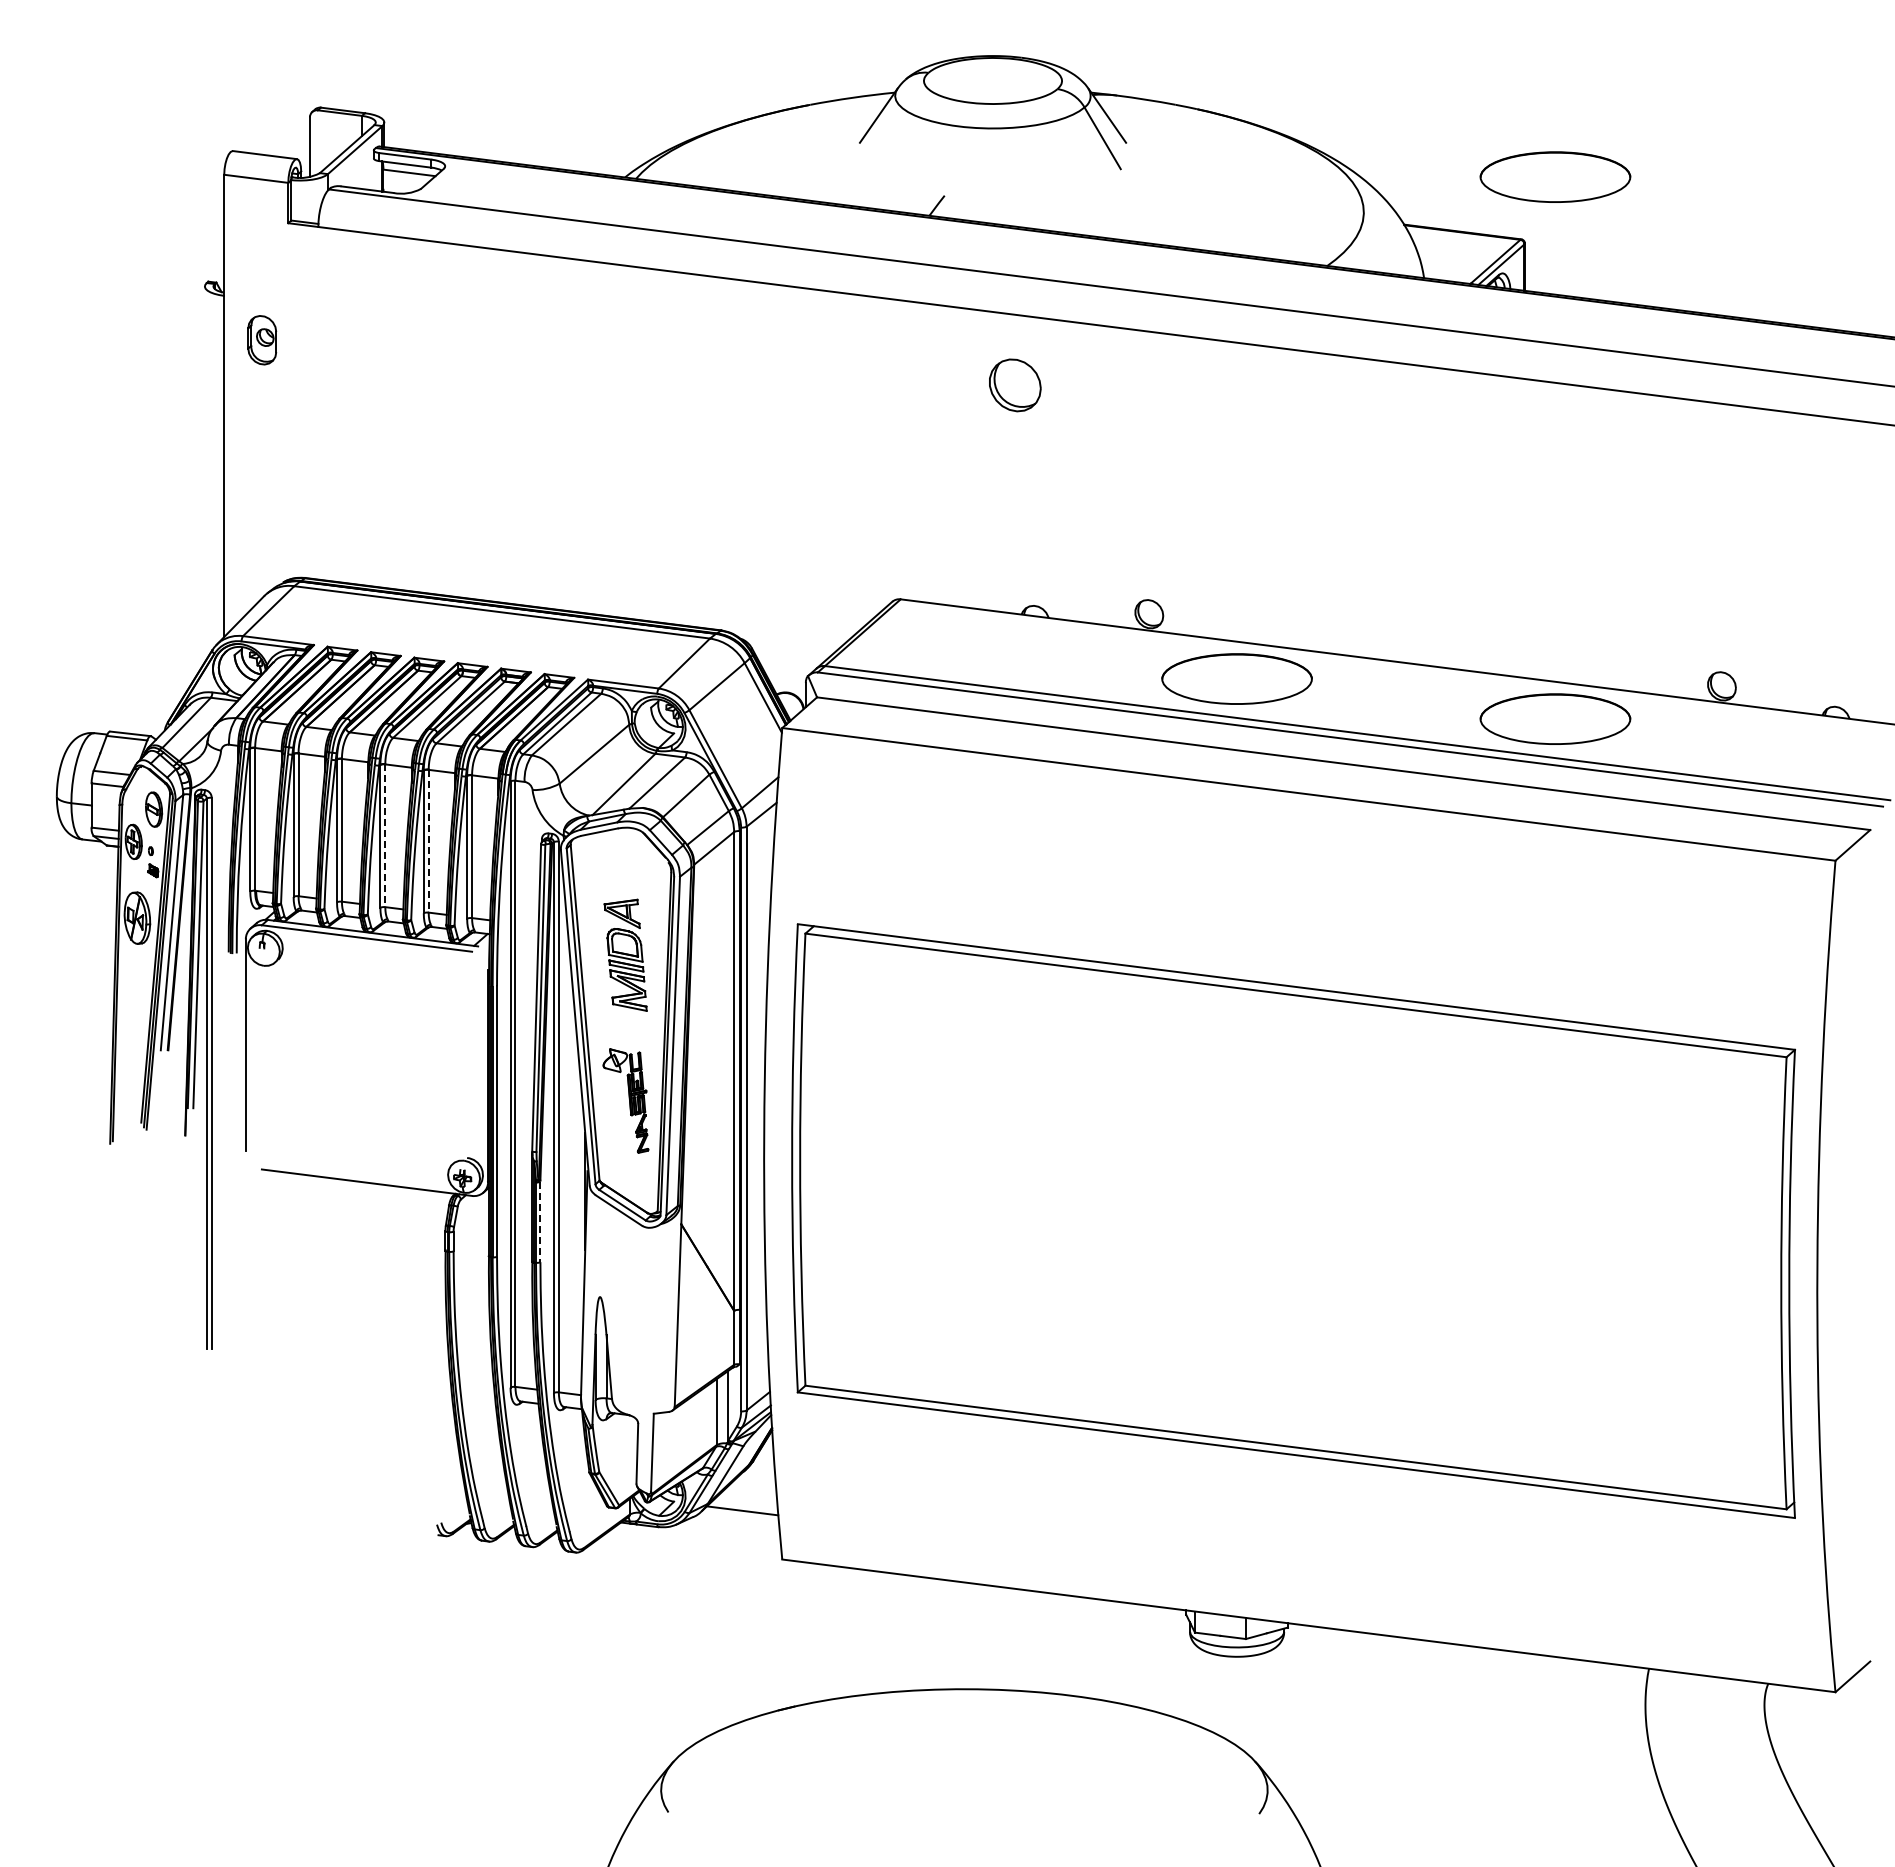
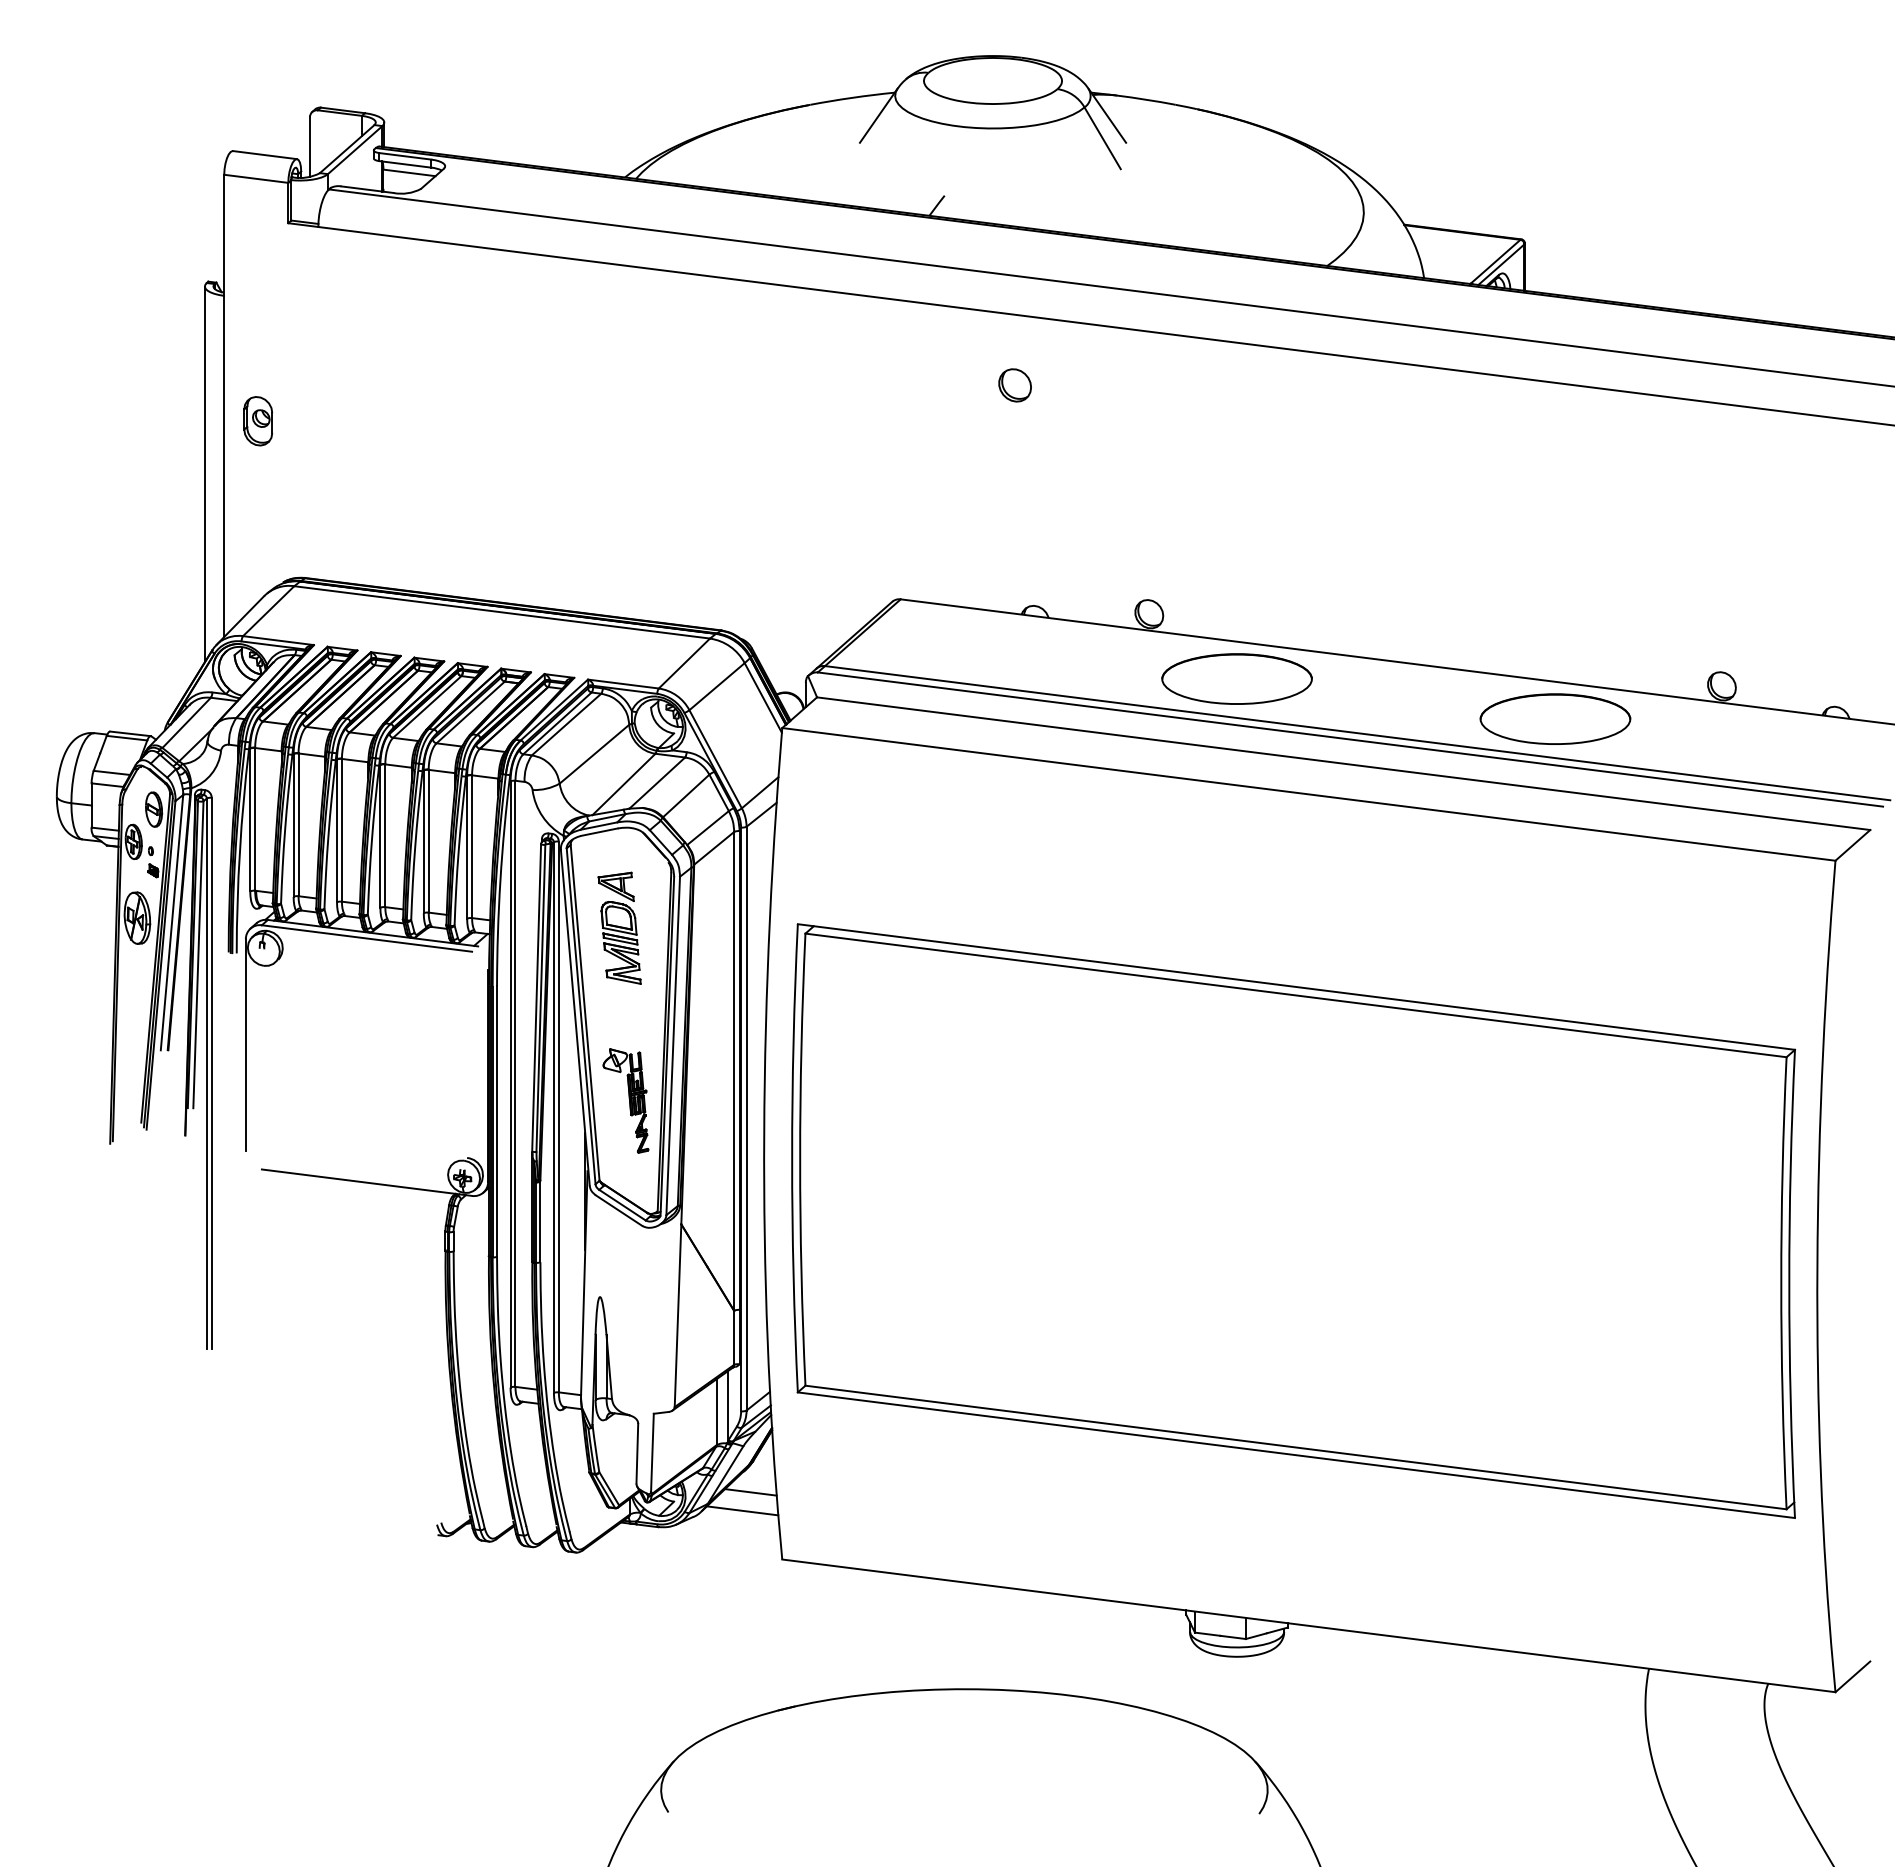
part at (1555, 176): present -> none
part at (262, 340) position: (262, 340) -> (258, 421)
part at (1015, 385) size: 53x55 px -> 34x35 px
line at (204, 474): none -> present
line at (385, 836): dashed -> solid
line at (428, 841): dashed -> solid
part at (625, 954) position: (625, 954) -> (619, 927)
line at (540, 1222): dashed -> solid
line at (750, 1492): none -> present
